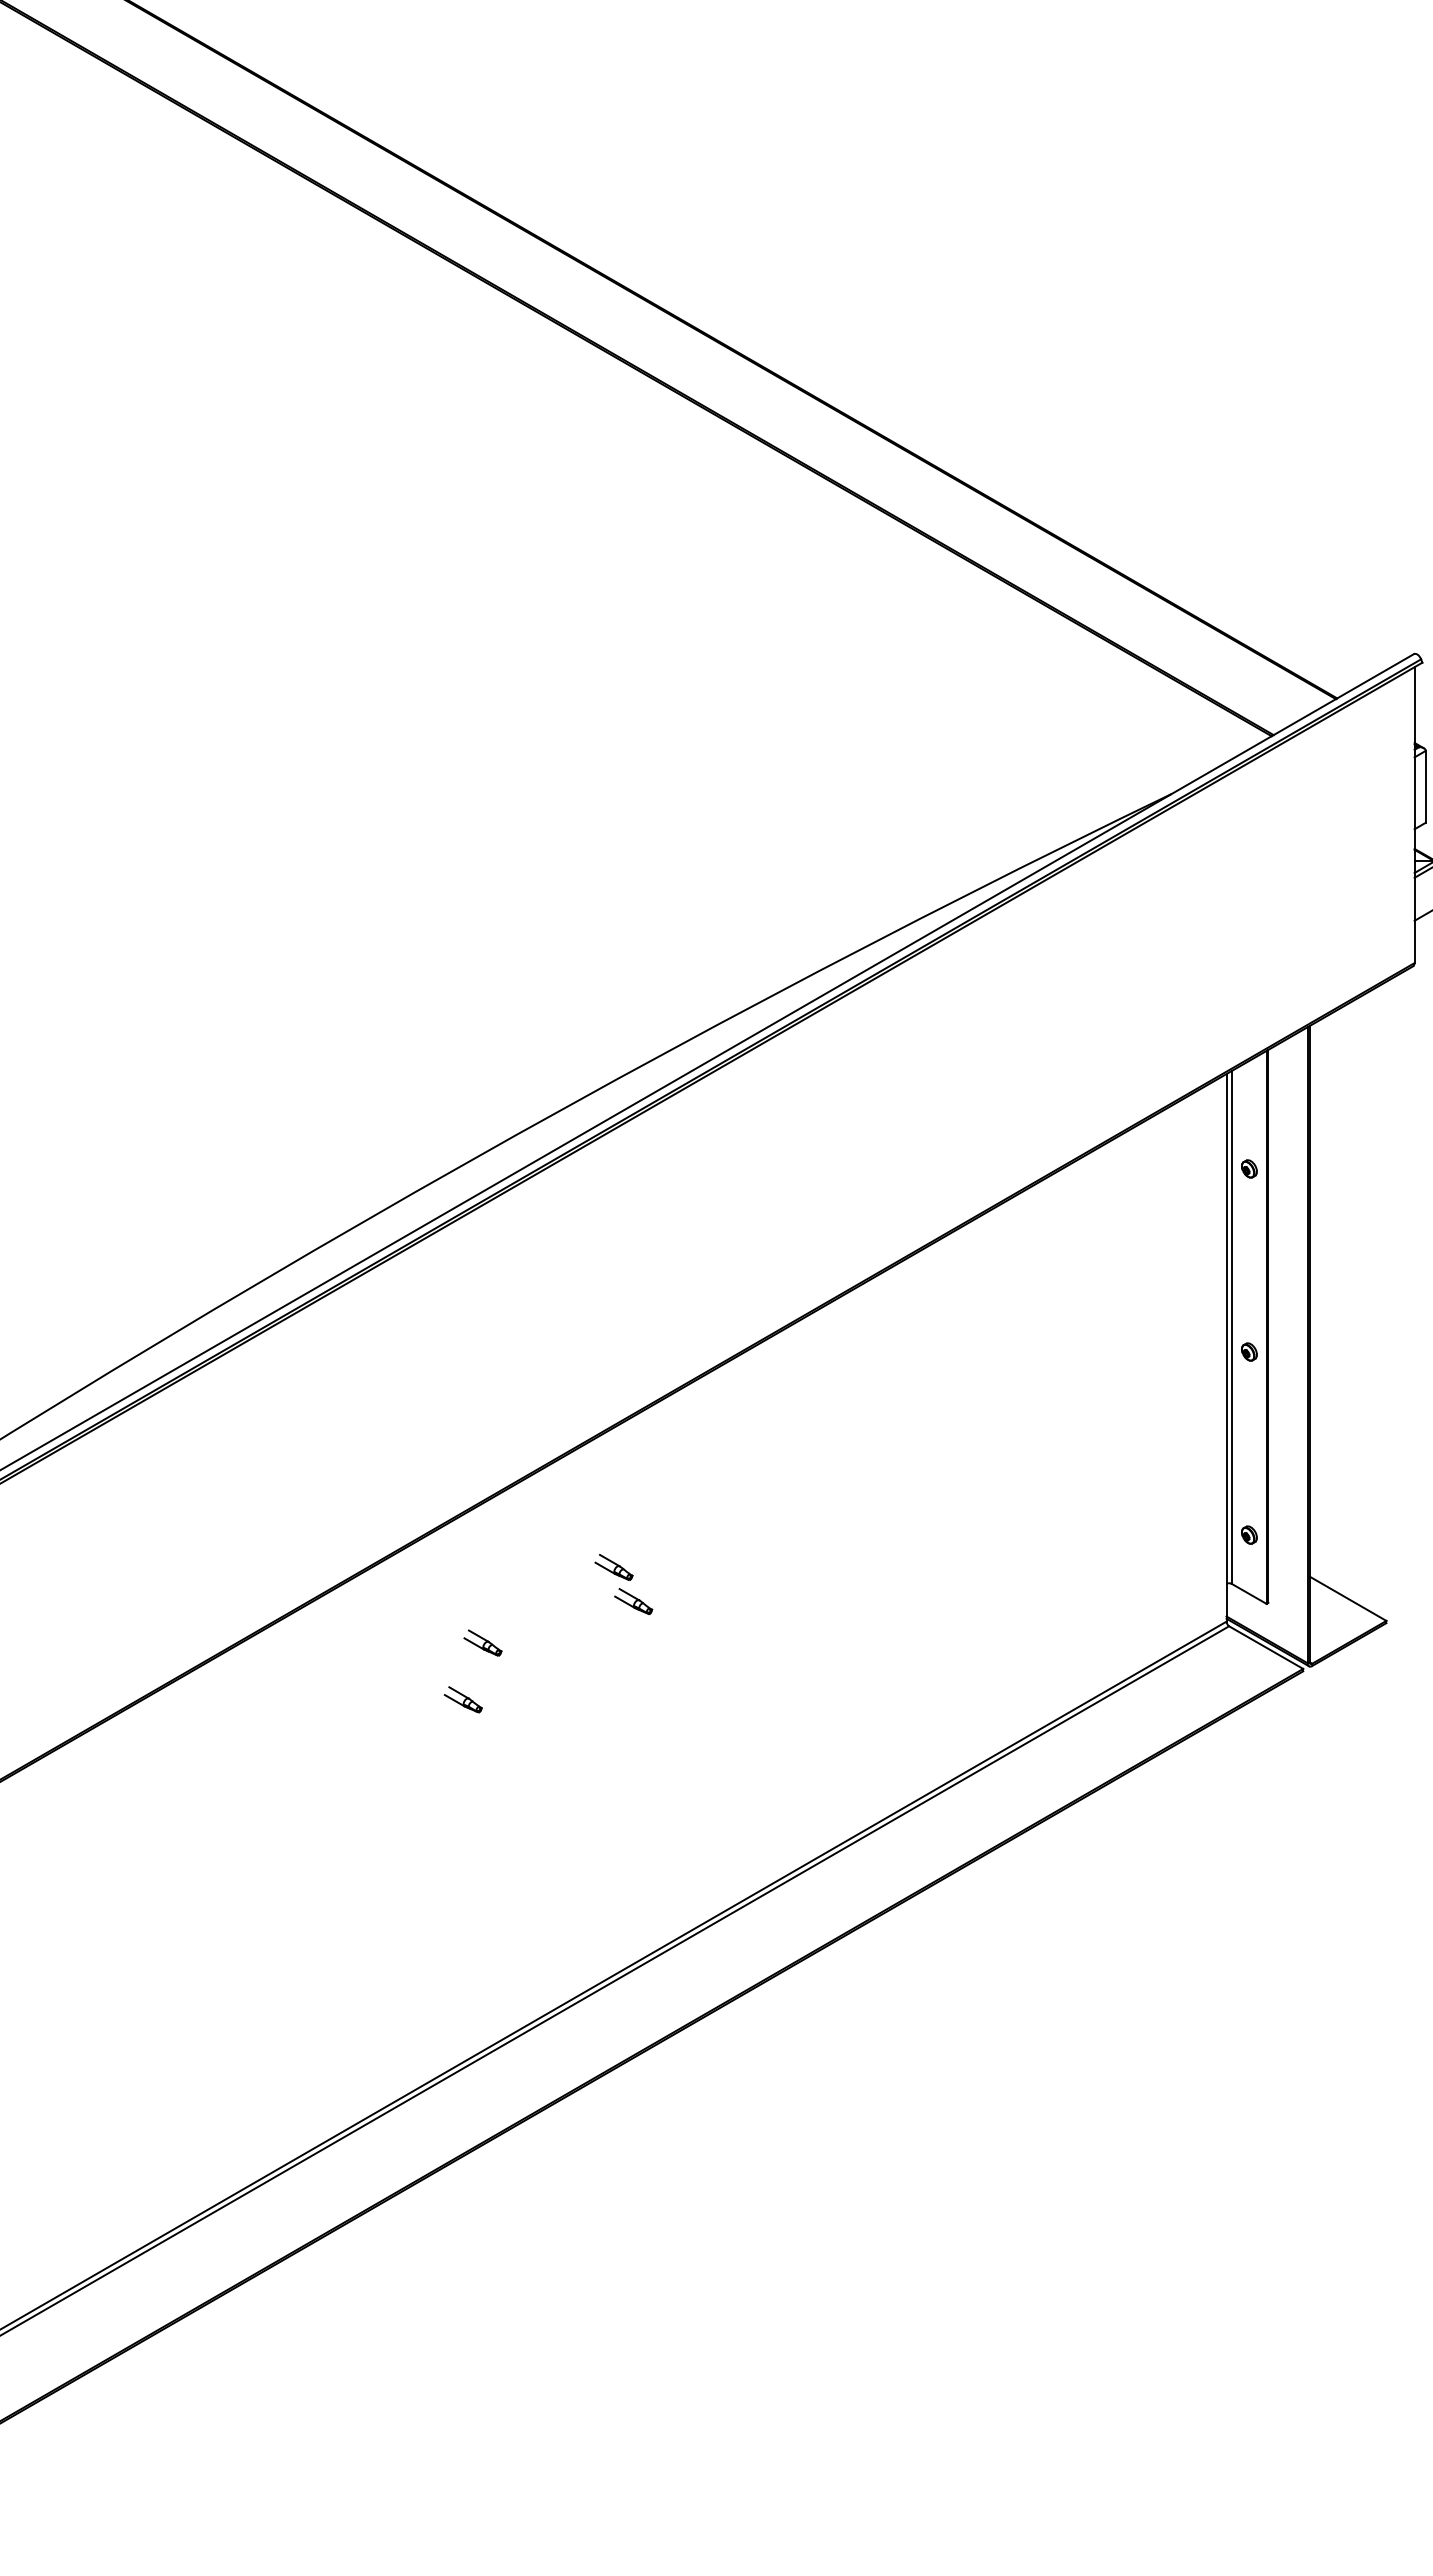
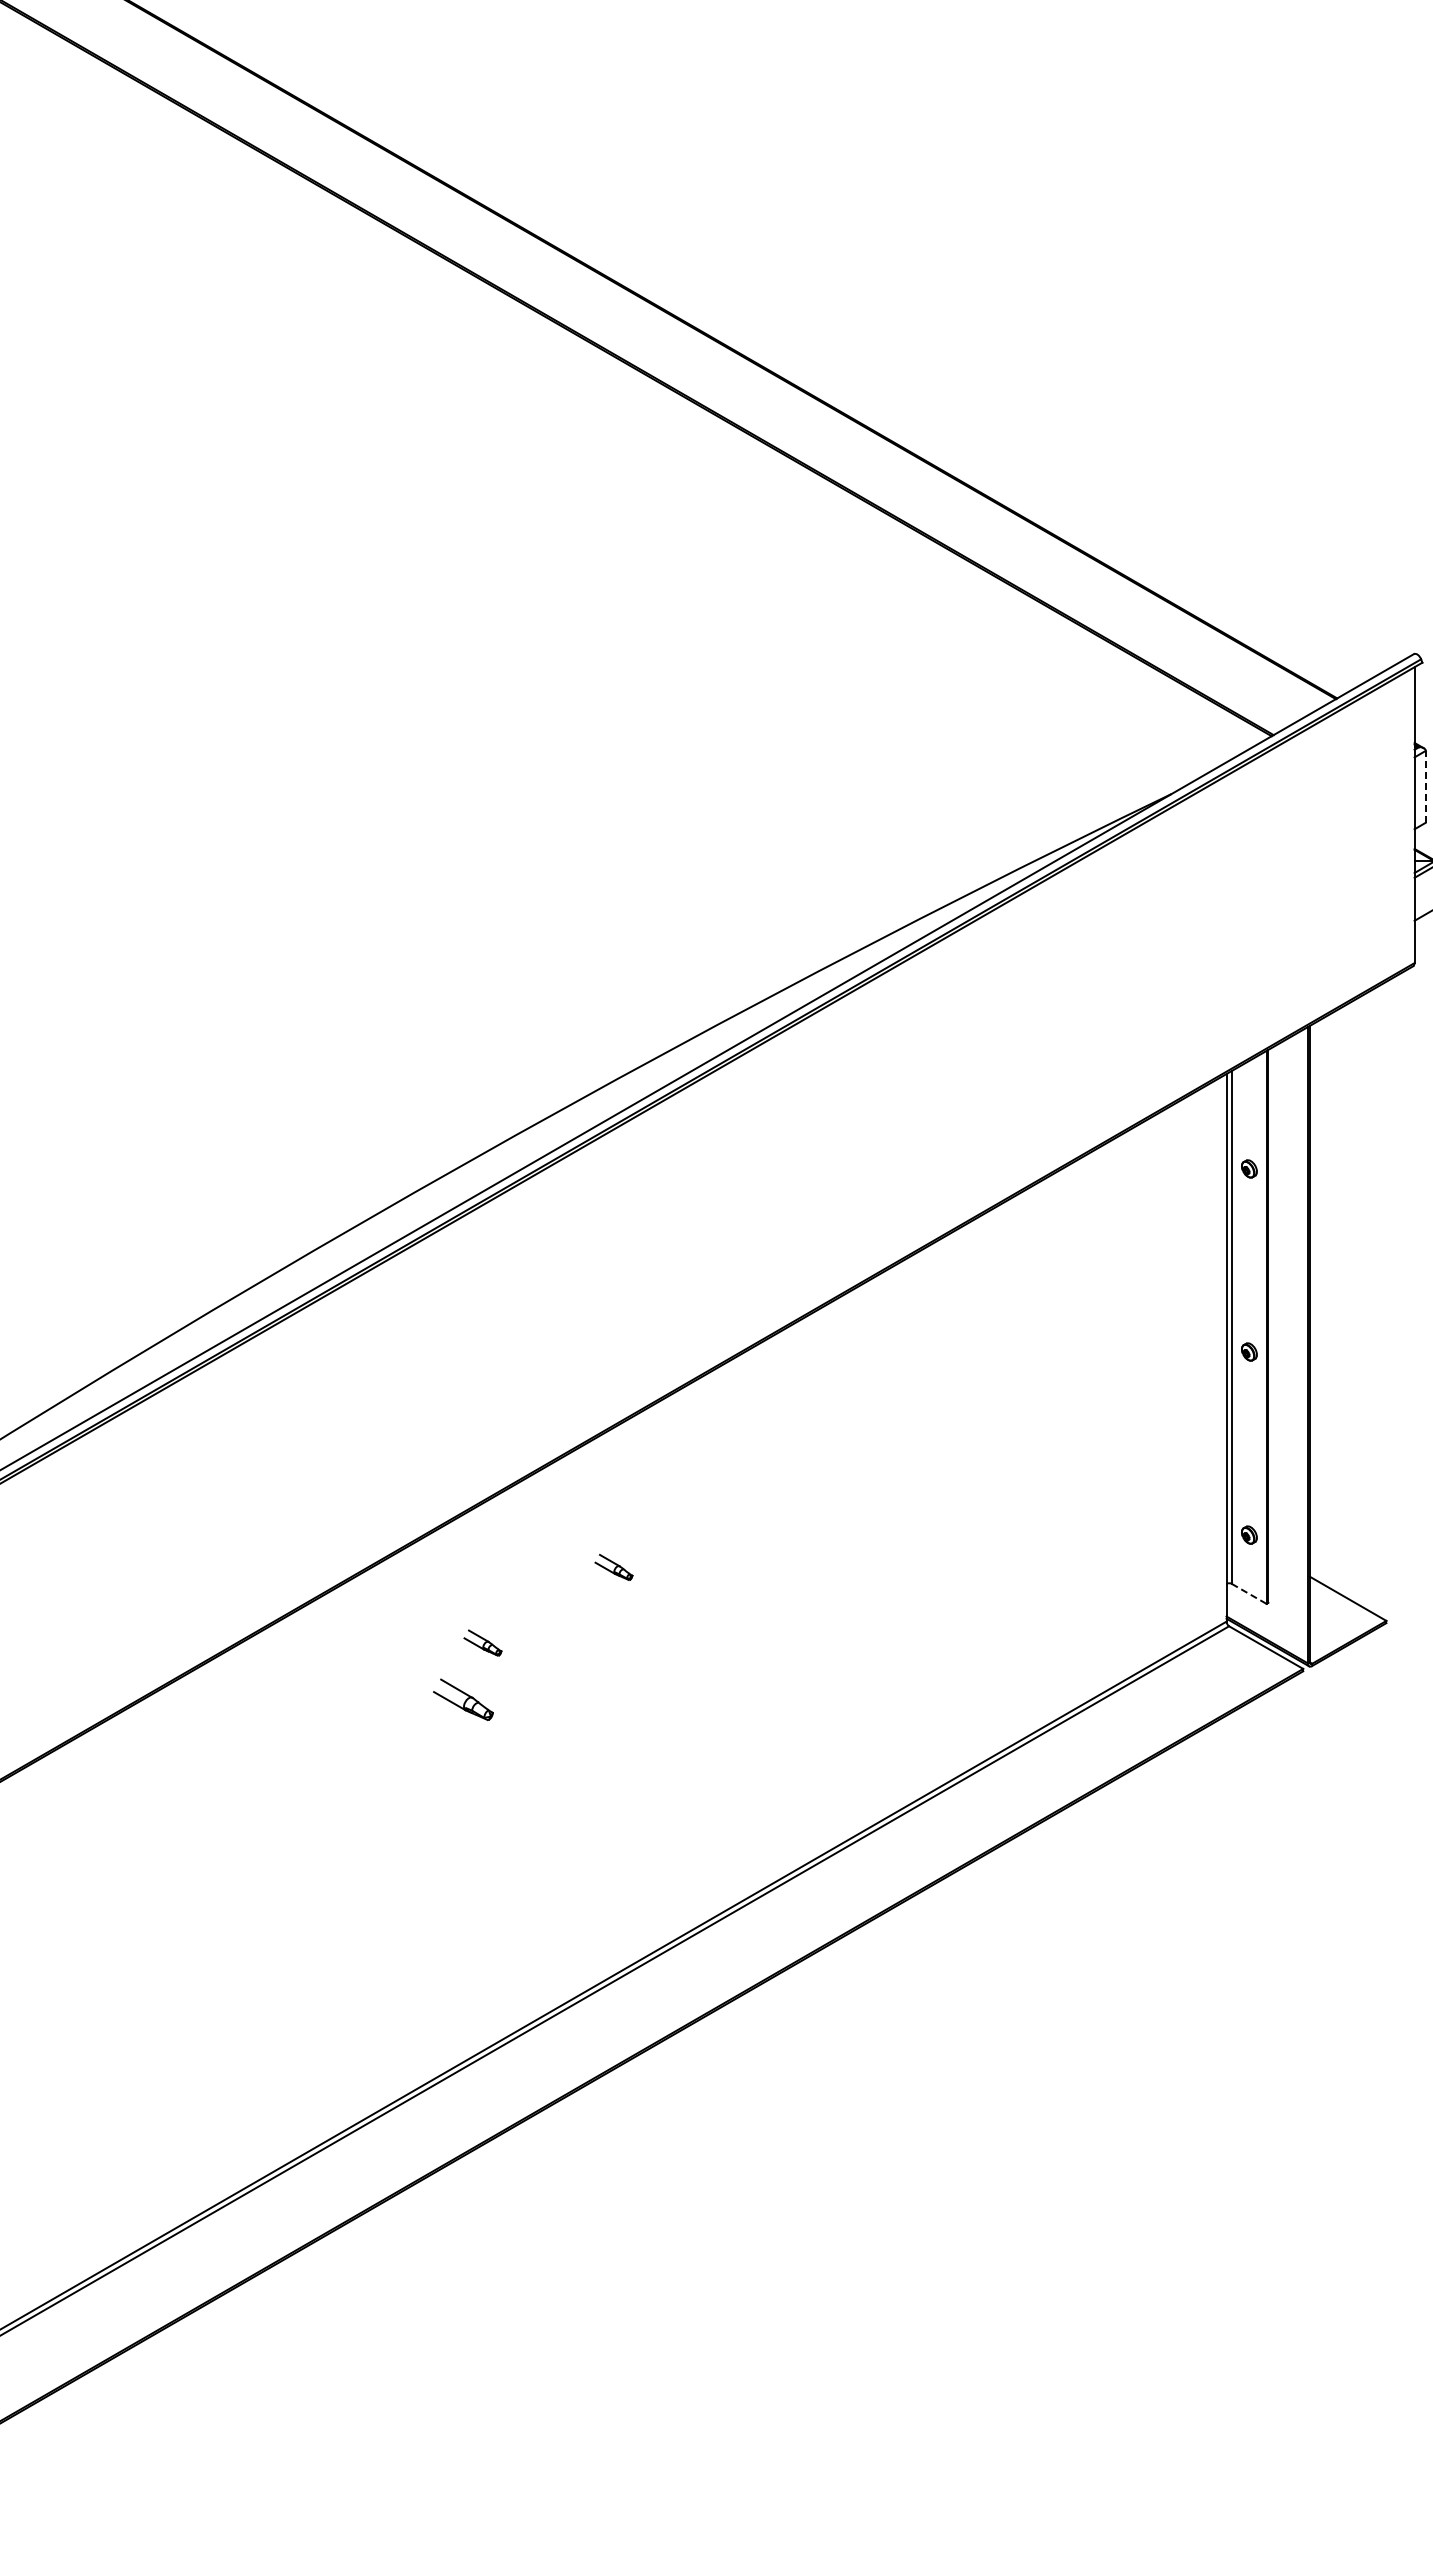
line at (1425, 786): solid -> dashed
line at (1249, 1594): solid -> dashed
part at (633, 1601): present -> none
part at (462, 1699) size: 40x28 px -> 61x43 px
